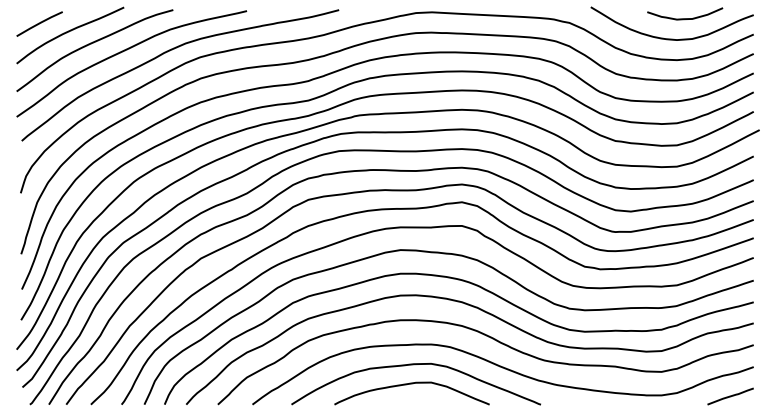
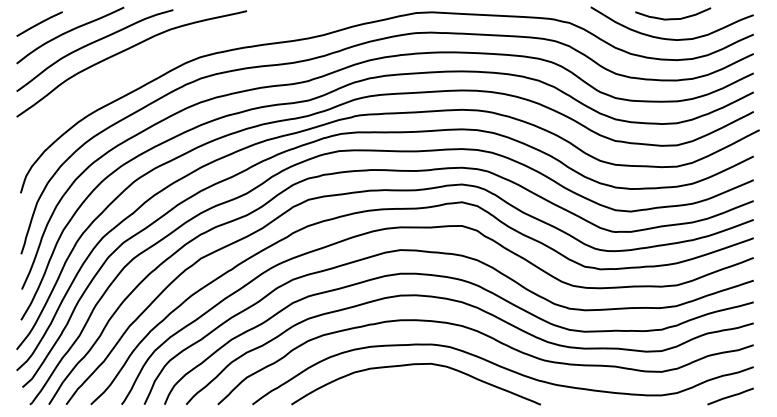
curve at (685, 18) position: (685, 18) -> (673, 18)
curve at (170, 51): present -> none
curve at (411, 384): present -> none
